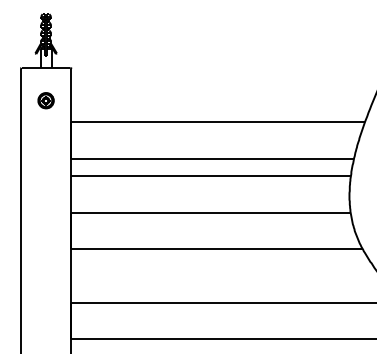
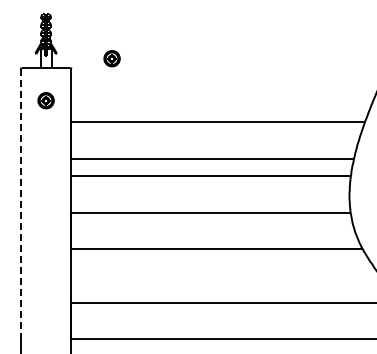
part at (111, 58): none -> present
line at (20, 202): solid -> dashed
